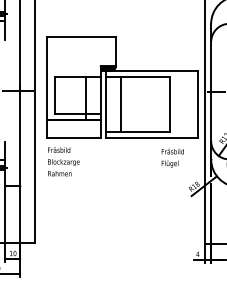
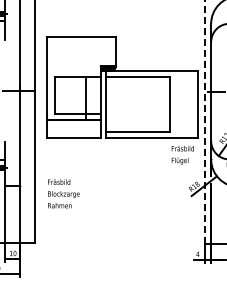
line at (121, 104): present -> none
line at (205, 122): solid -> dashed
text at (172, 158) position: (172, 158) -> (182, 155)
text at (63, 161) position: (63, 161) -> (63, 193)
